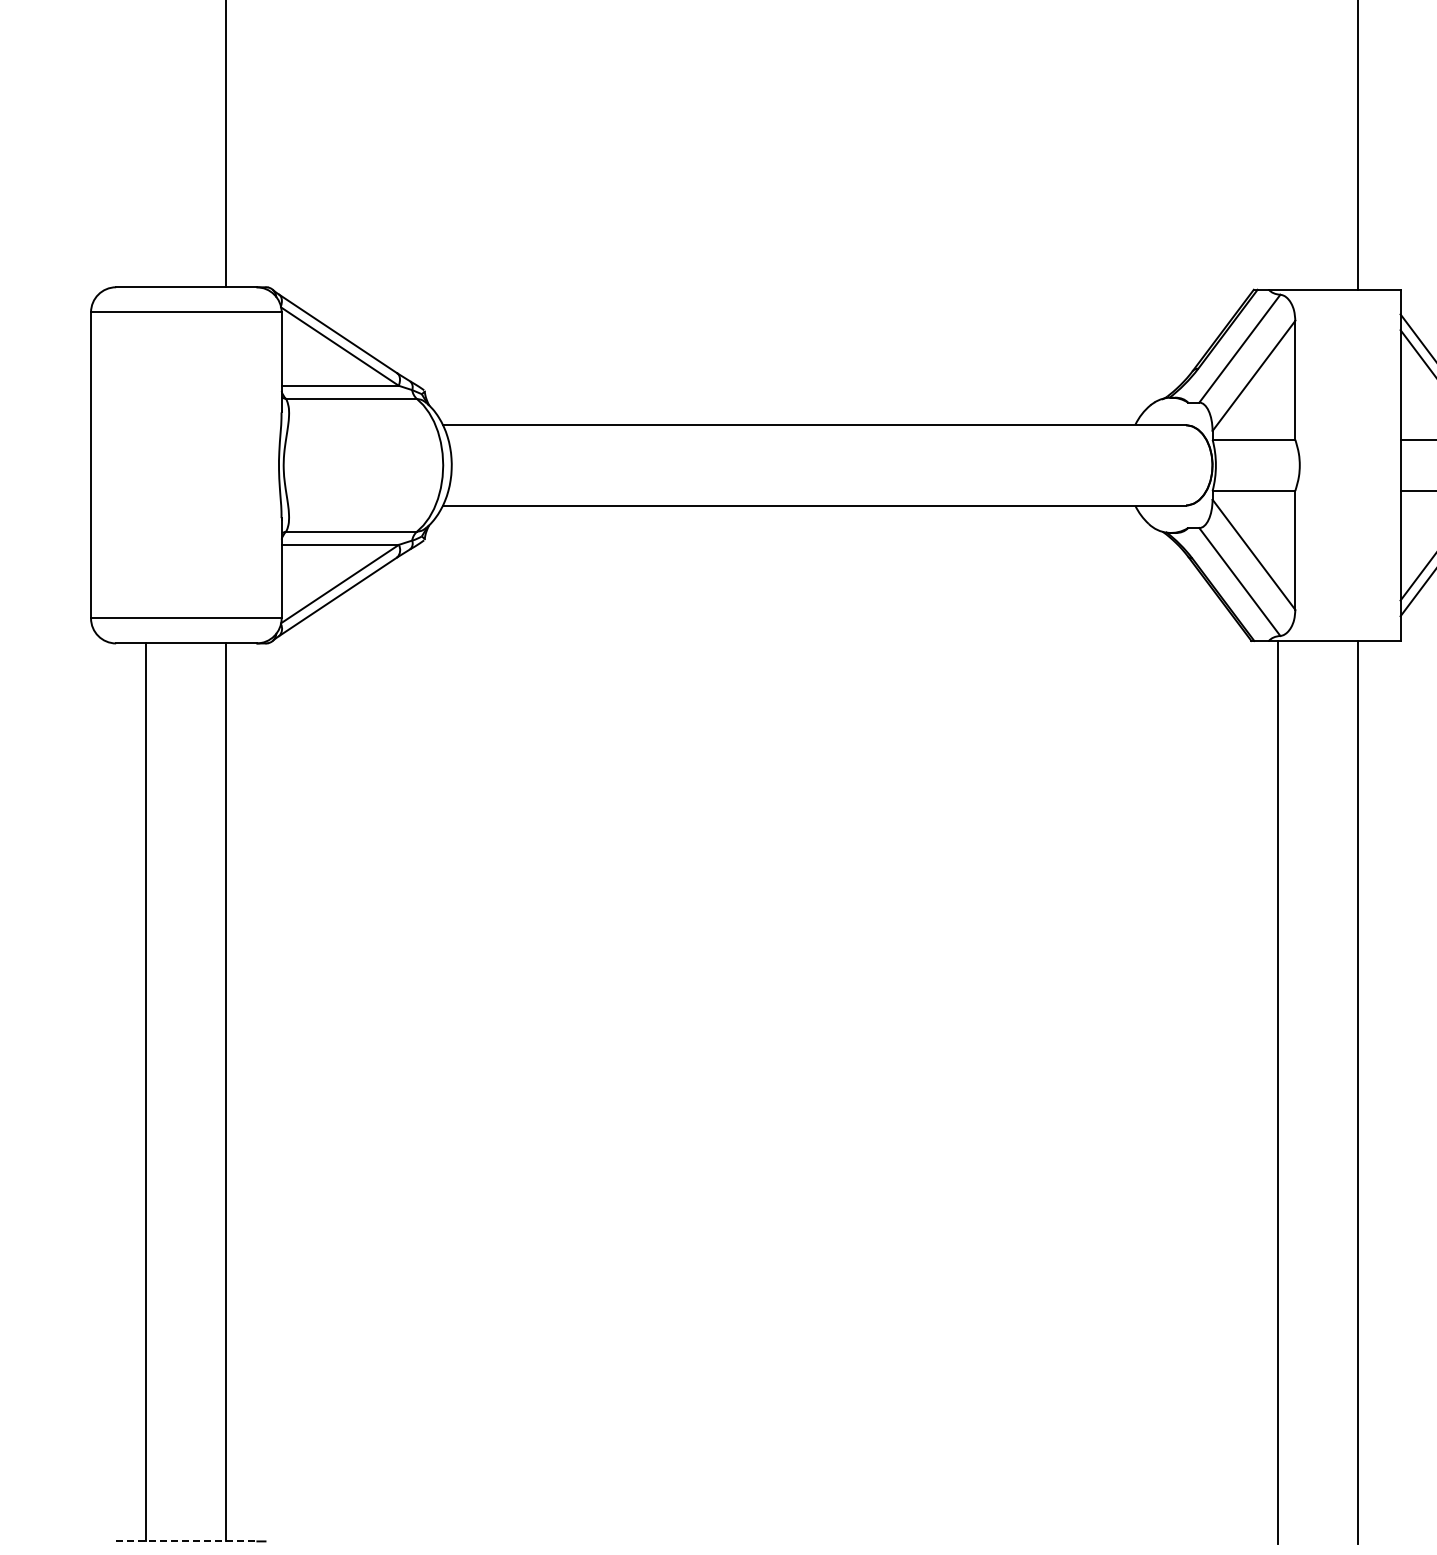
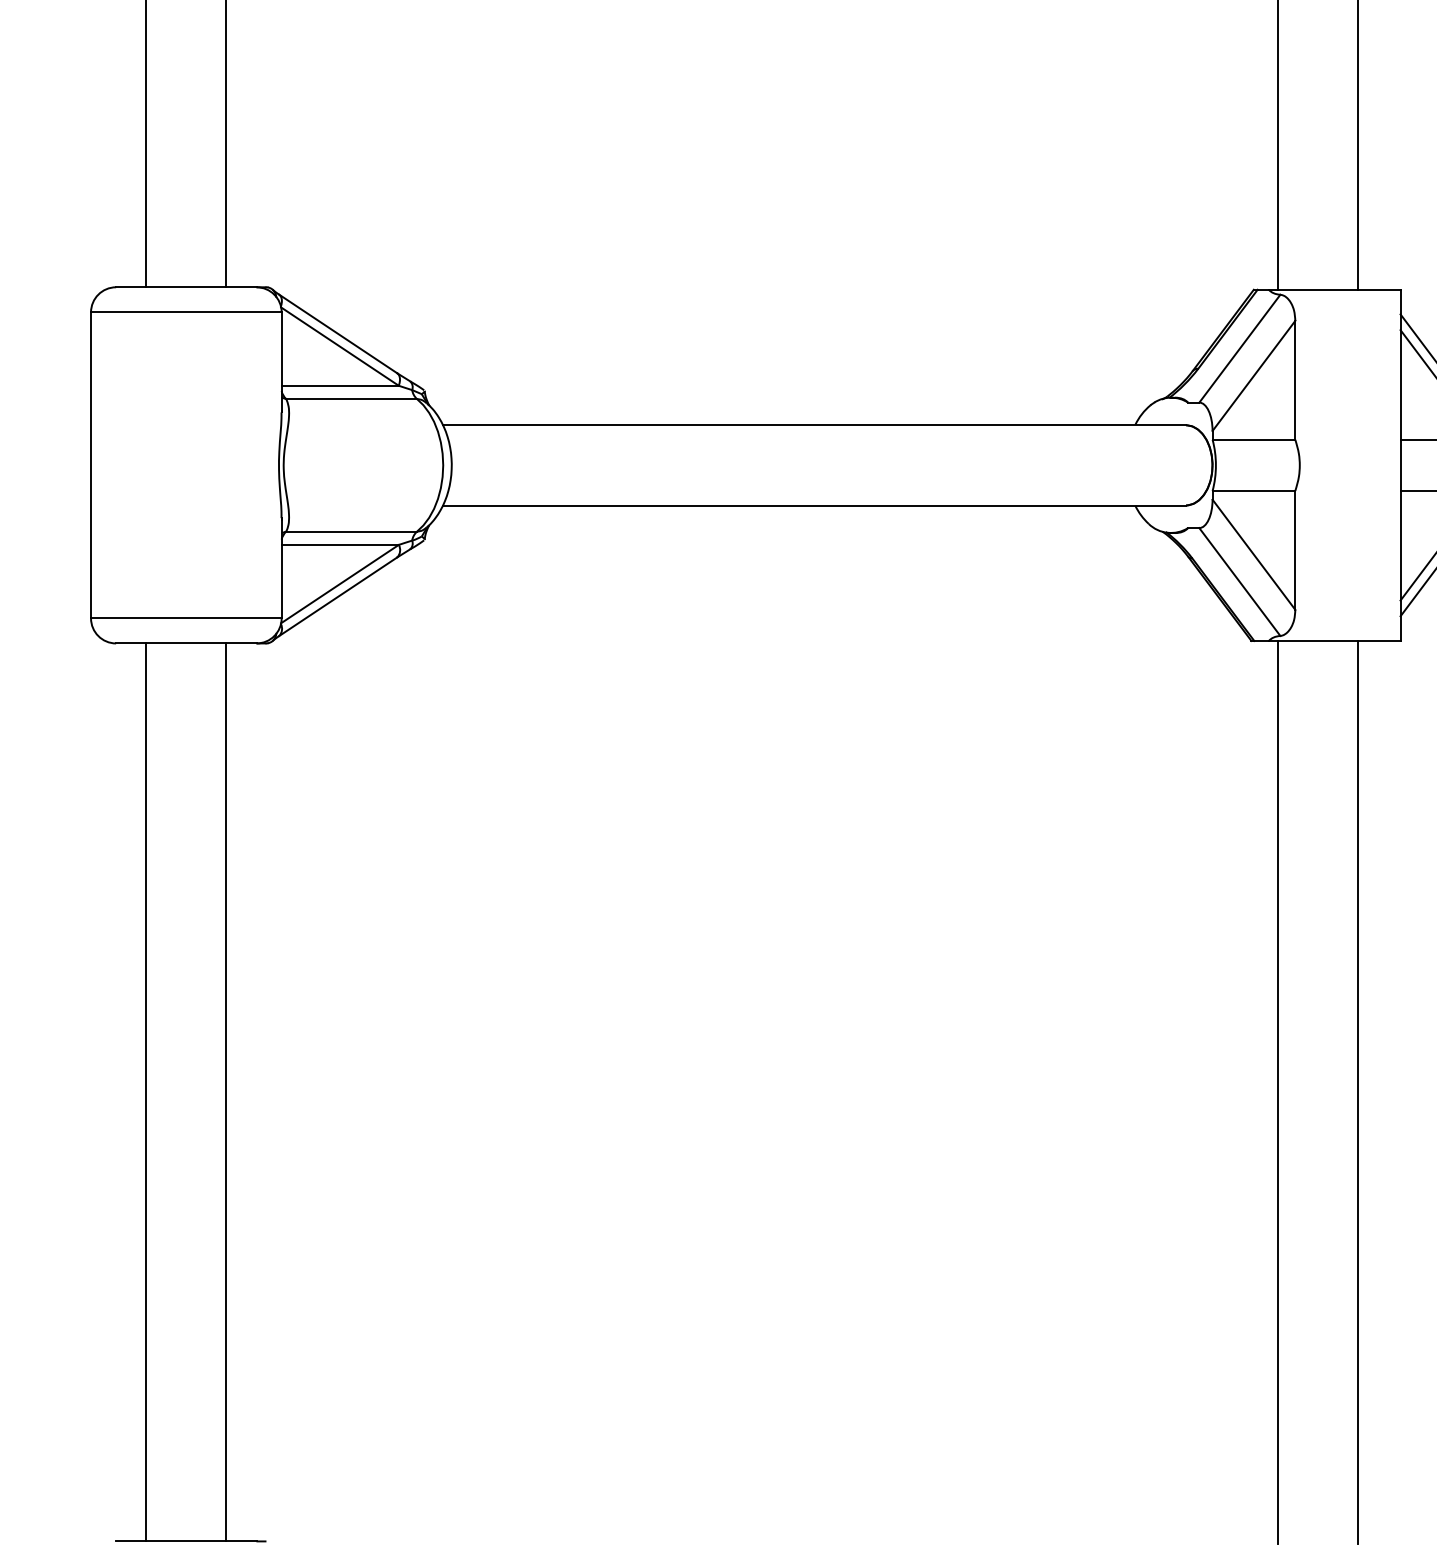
line at (146, 144): none -> present
line at (1277, 145): none -> present
line at (186, 1541): dashed -> solid
